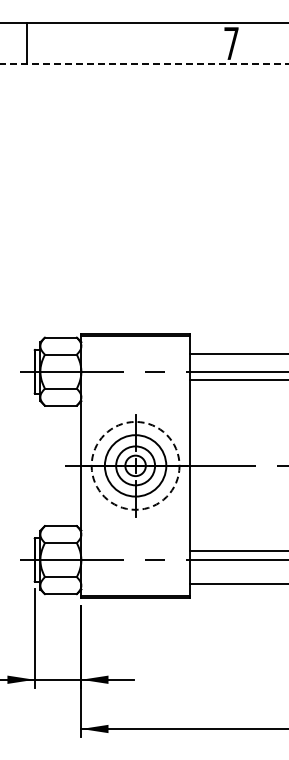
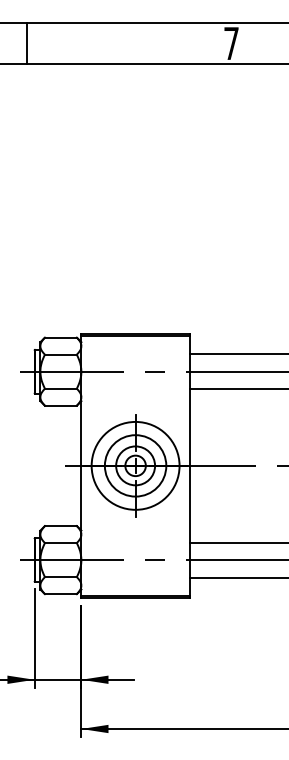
line at (144, 63): dashed -> solid
line at (237, 380) position: (237, 380) -> (237, 389)
circle at (135, 465): dashed -> solid
line at (237, 550) position: (237, 550) -> (237, 542)
line at (237, 583) position: (237, 583) -> (237, 577)
